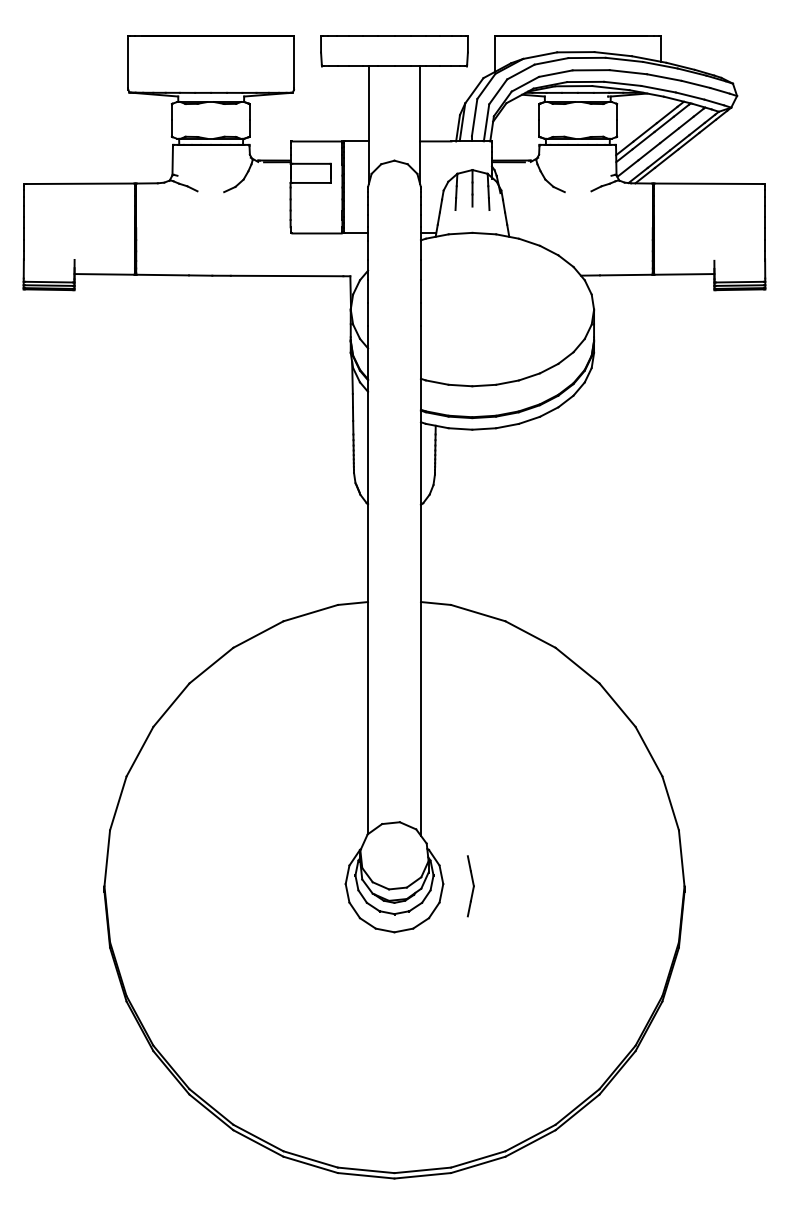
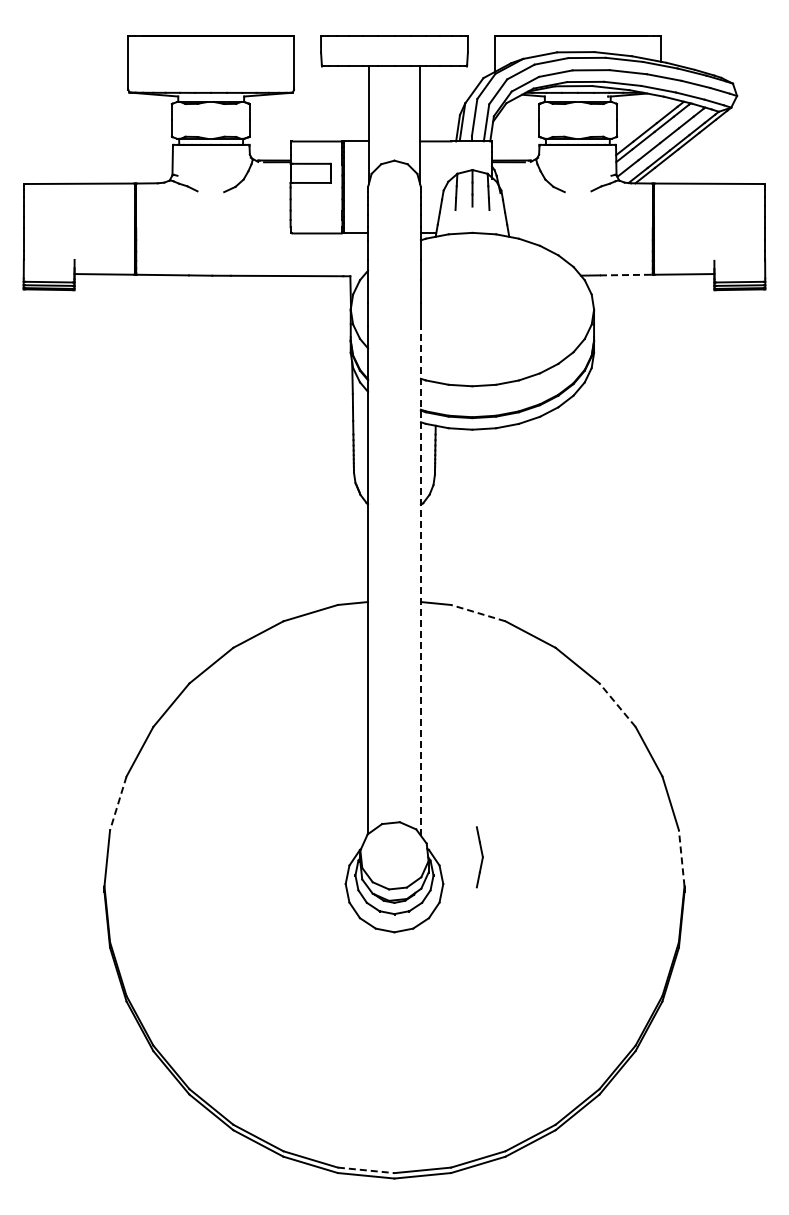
line at (626, 275): solid -> dashed
line at (420, 581): solid -> dashed
line at (477, 612): solid -> dashed
line at (617, 704): solid -> dashed
line at (118, 803): solid -> dashed
line at (681, 857): solid -> dashed
part at (470, 886) position: (470, 886) -> (479, 857)
line at (366, 1170): solid -> dashed
